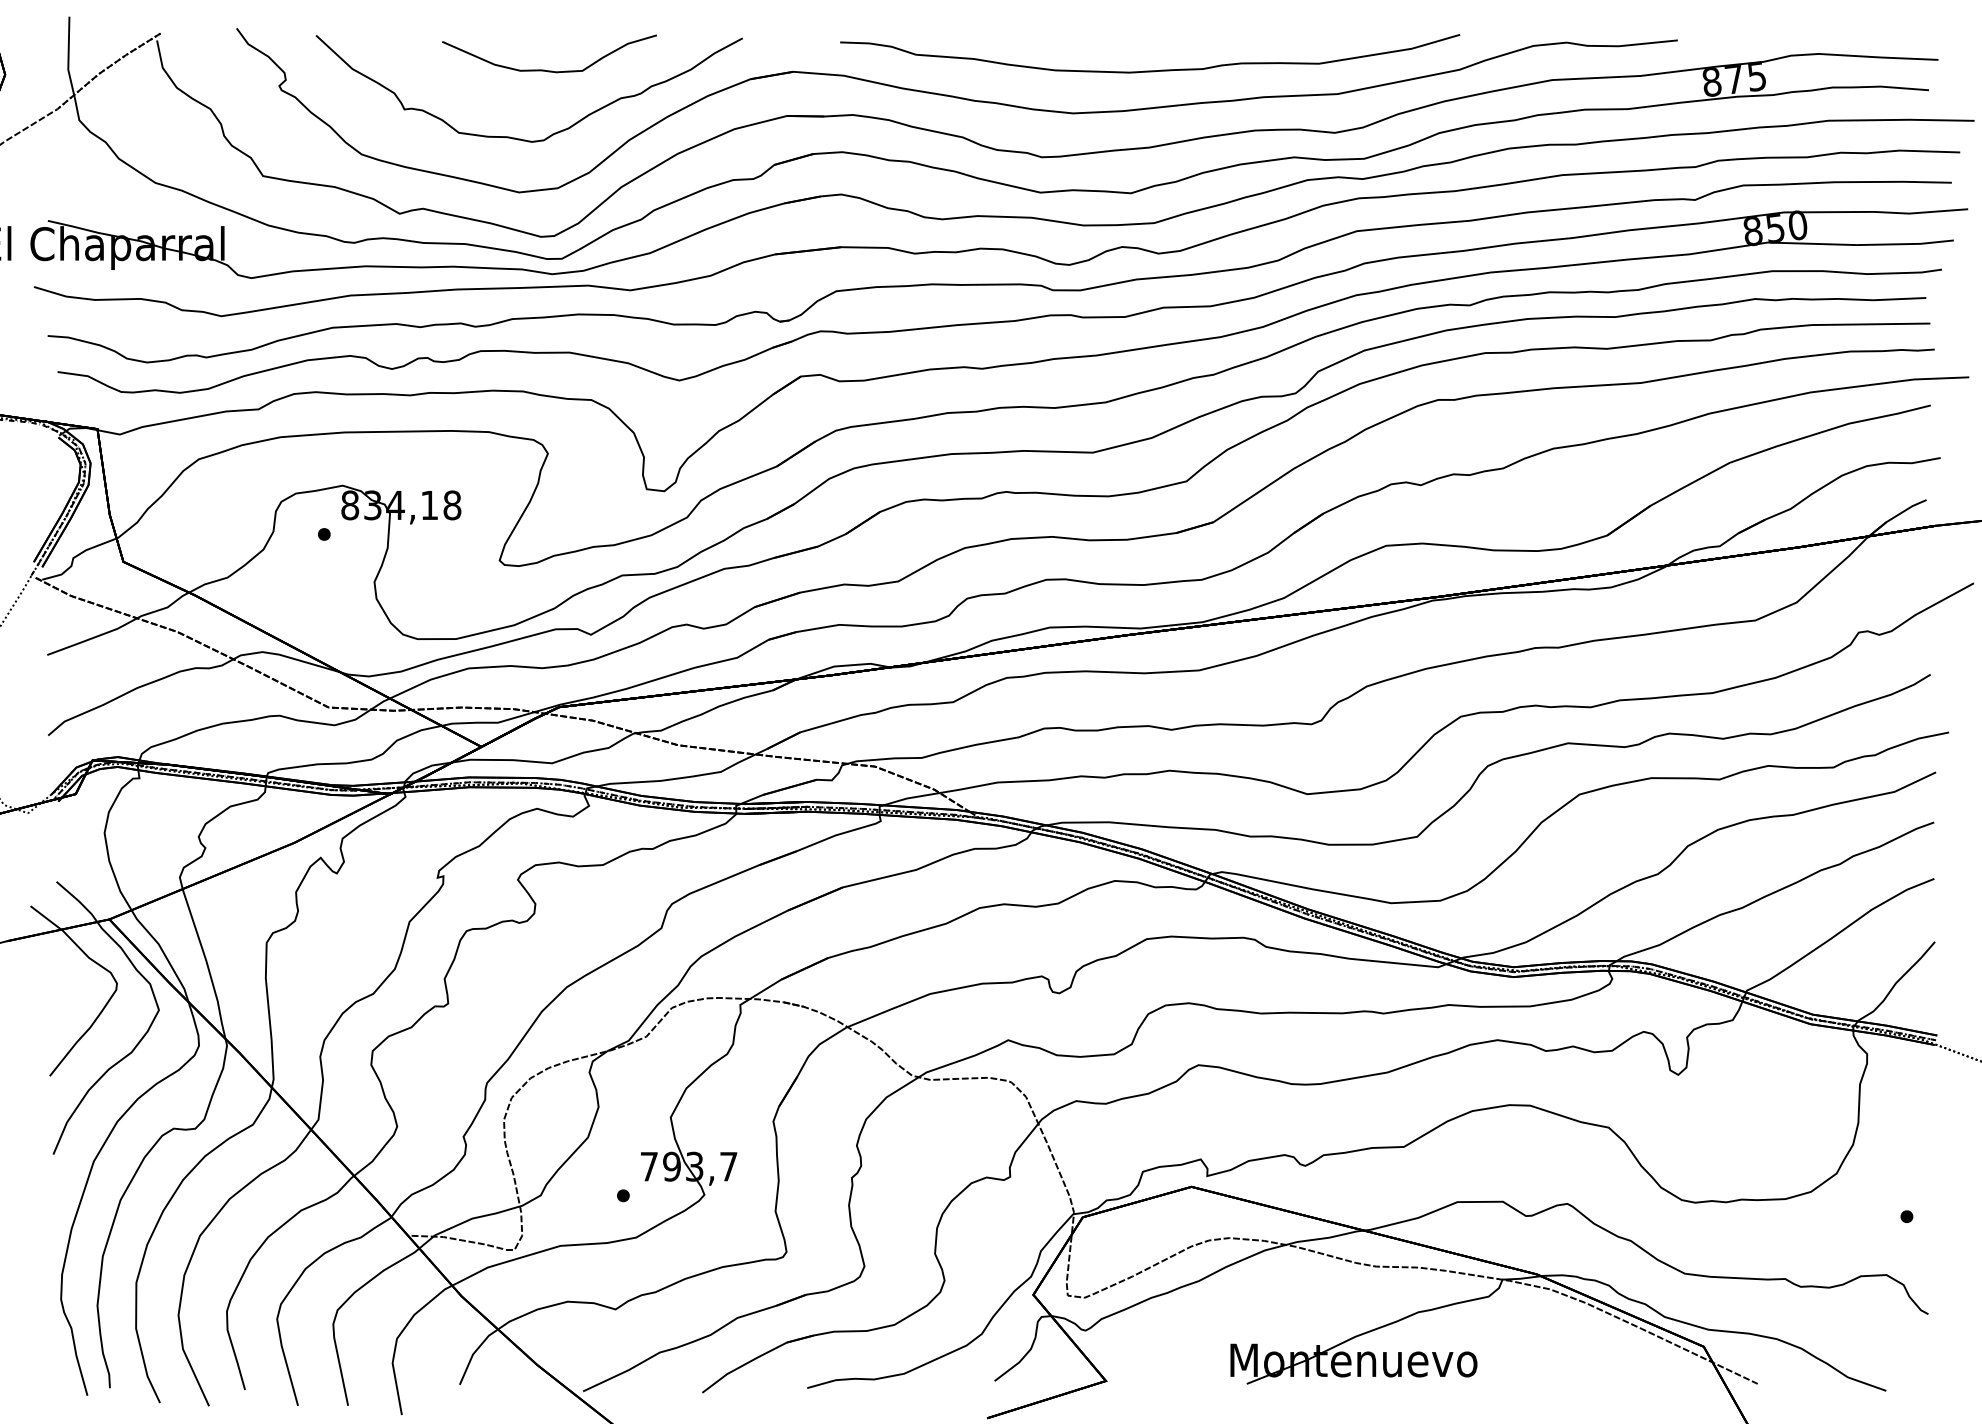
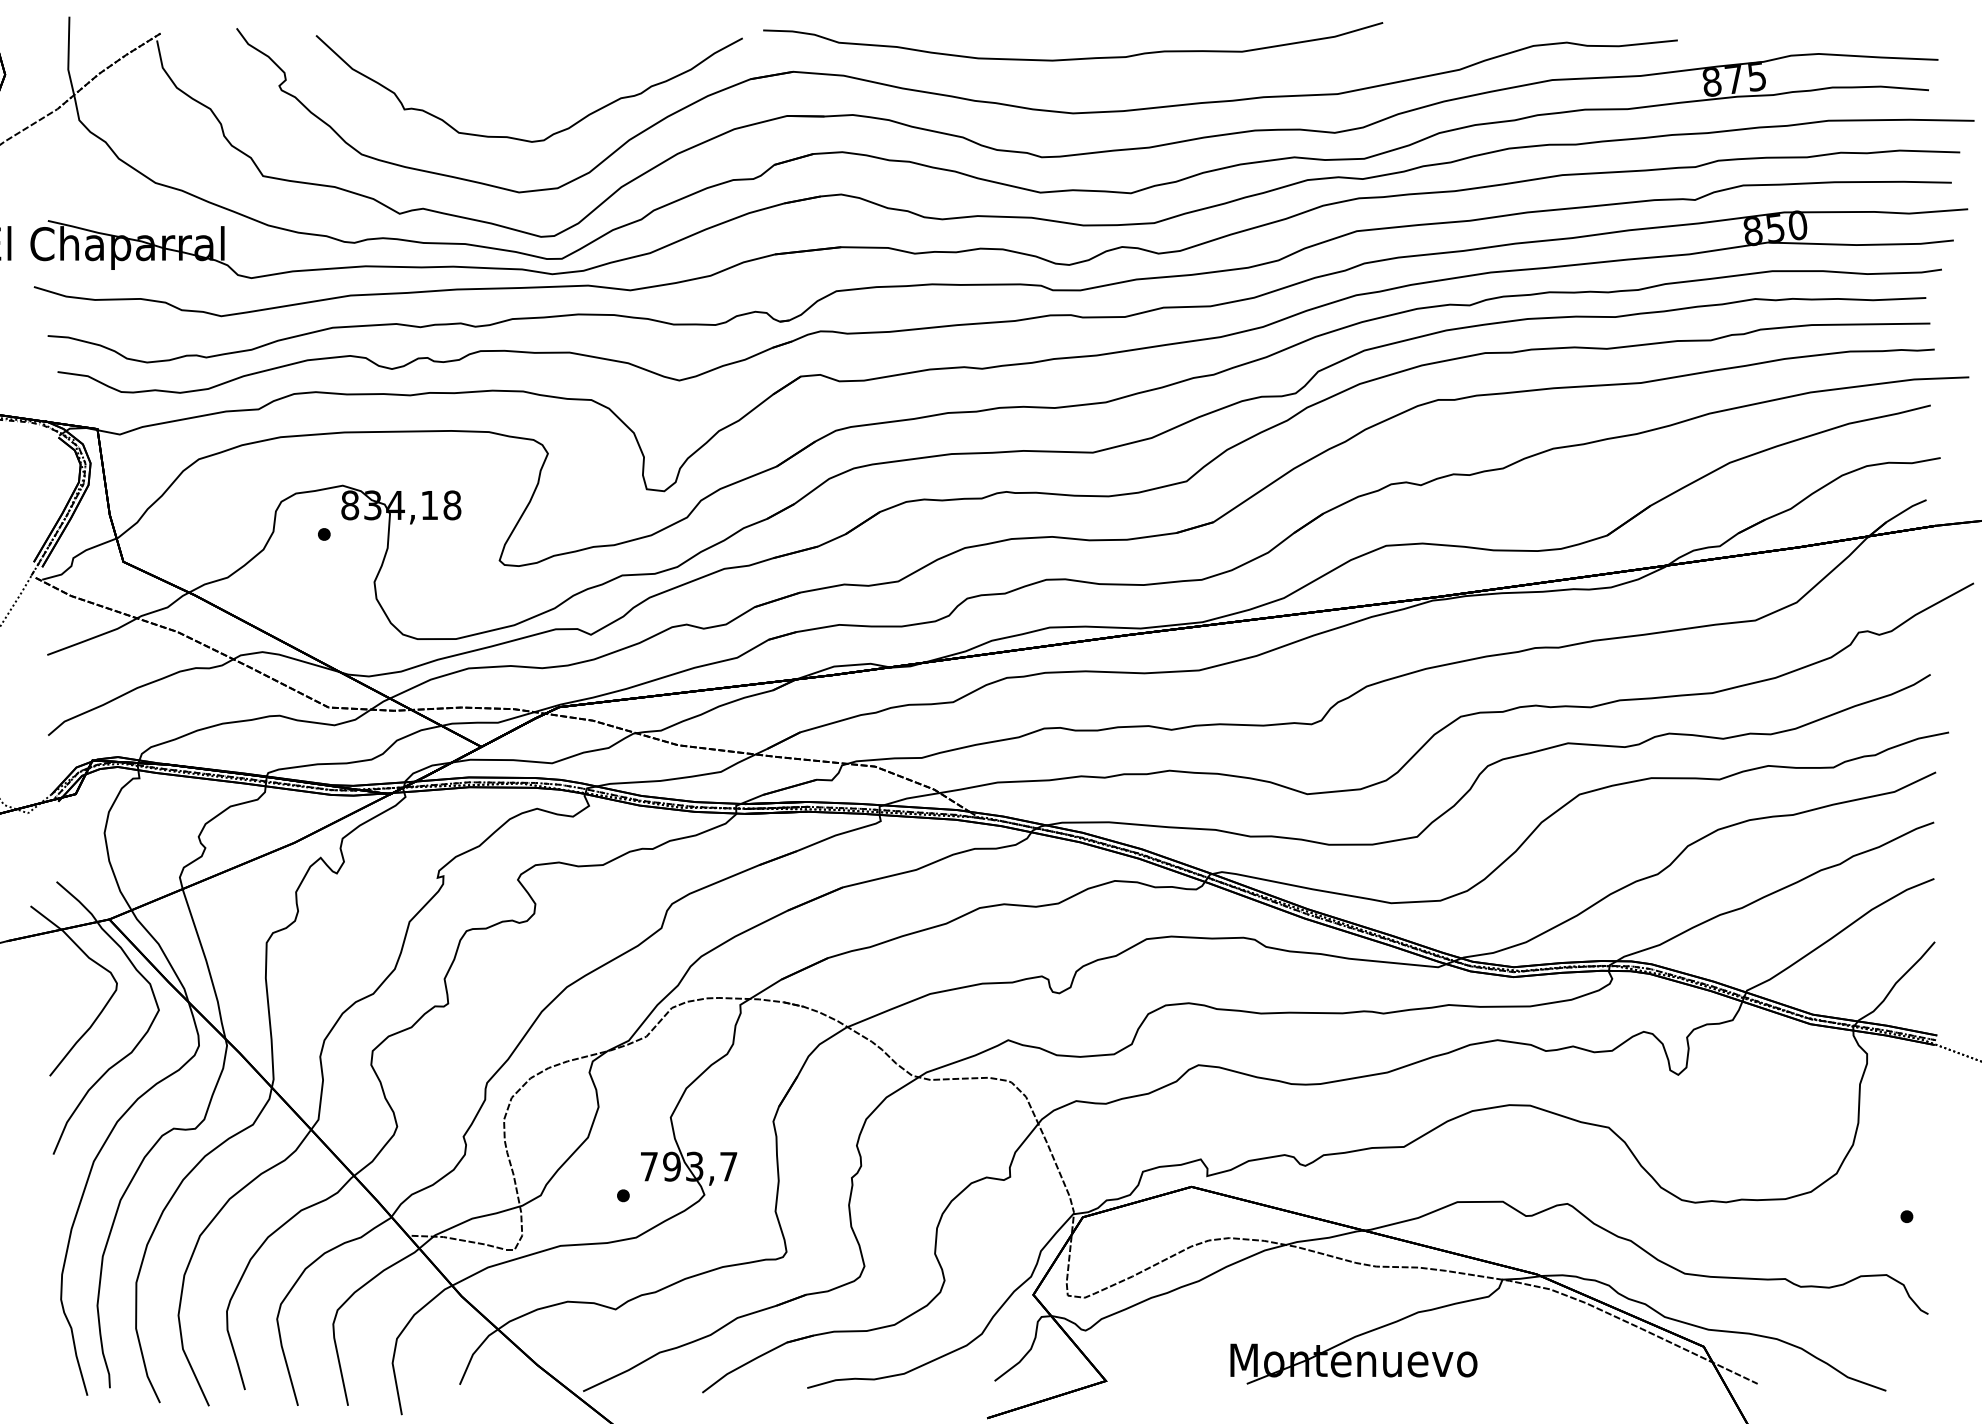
curve at (544, 69): present -> none
curve at (1150, 70) position: (1150, 70) -> (1073, 58)
